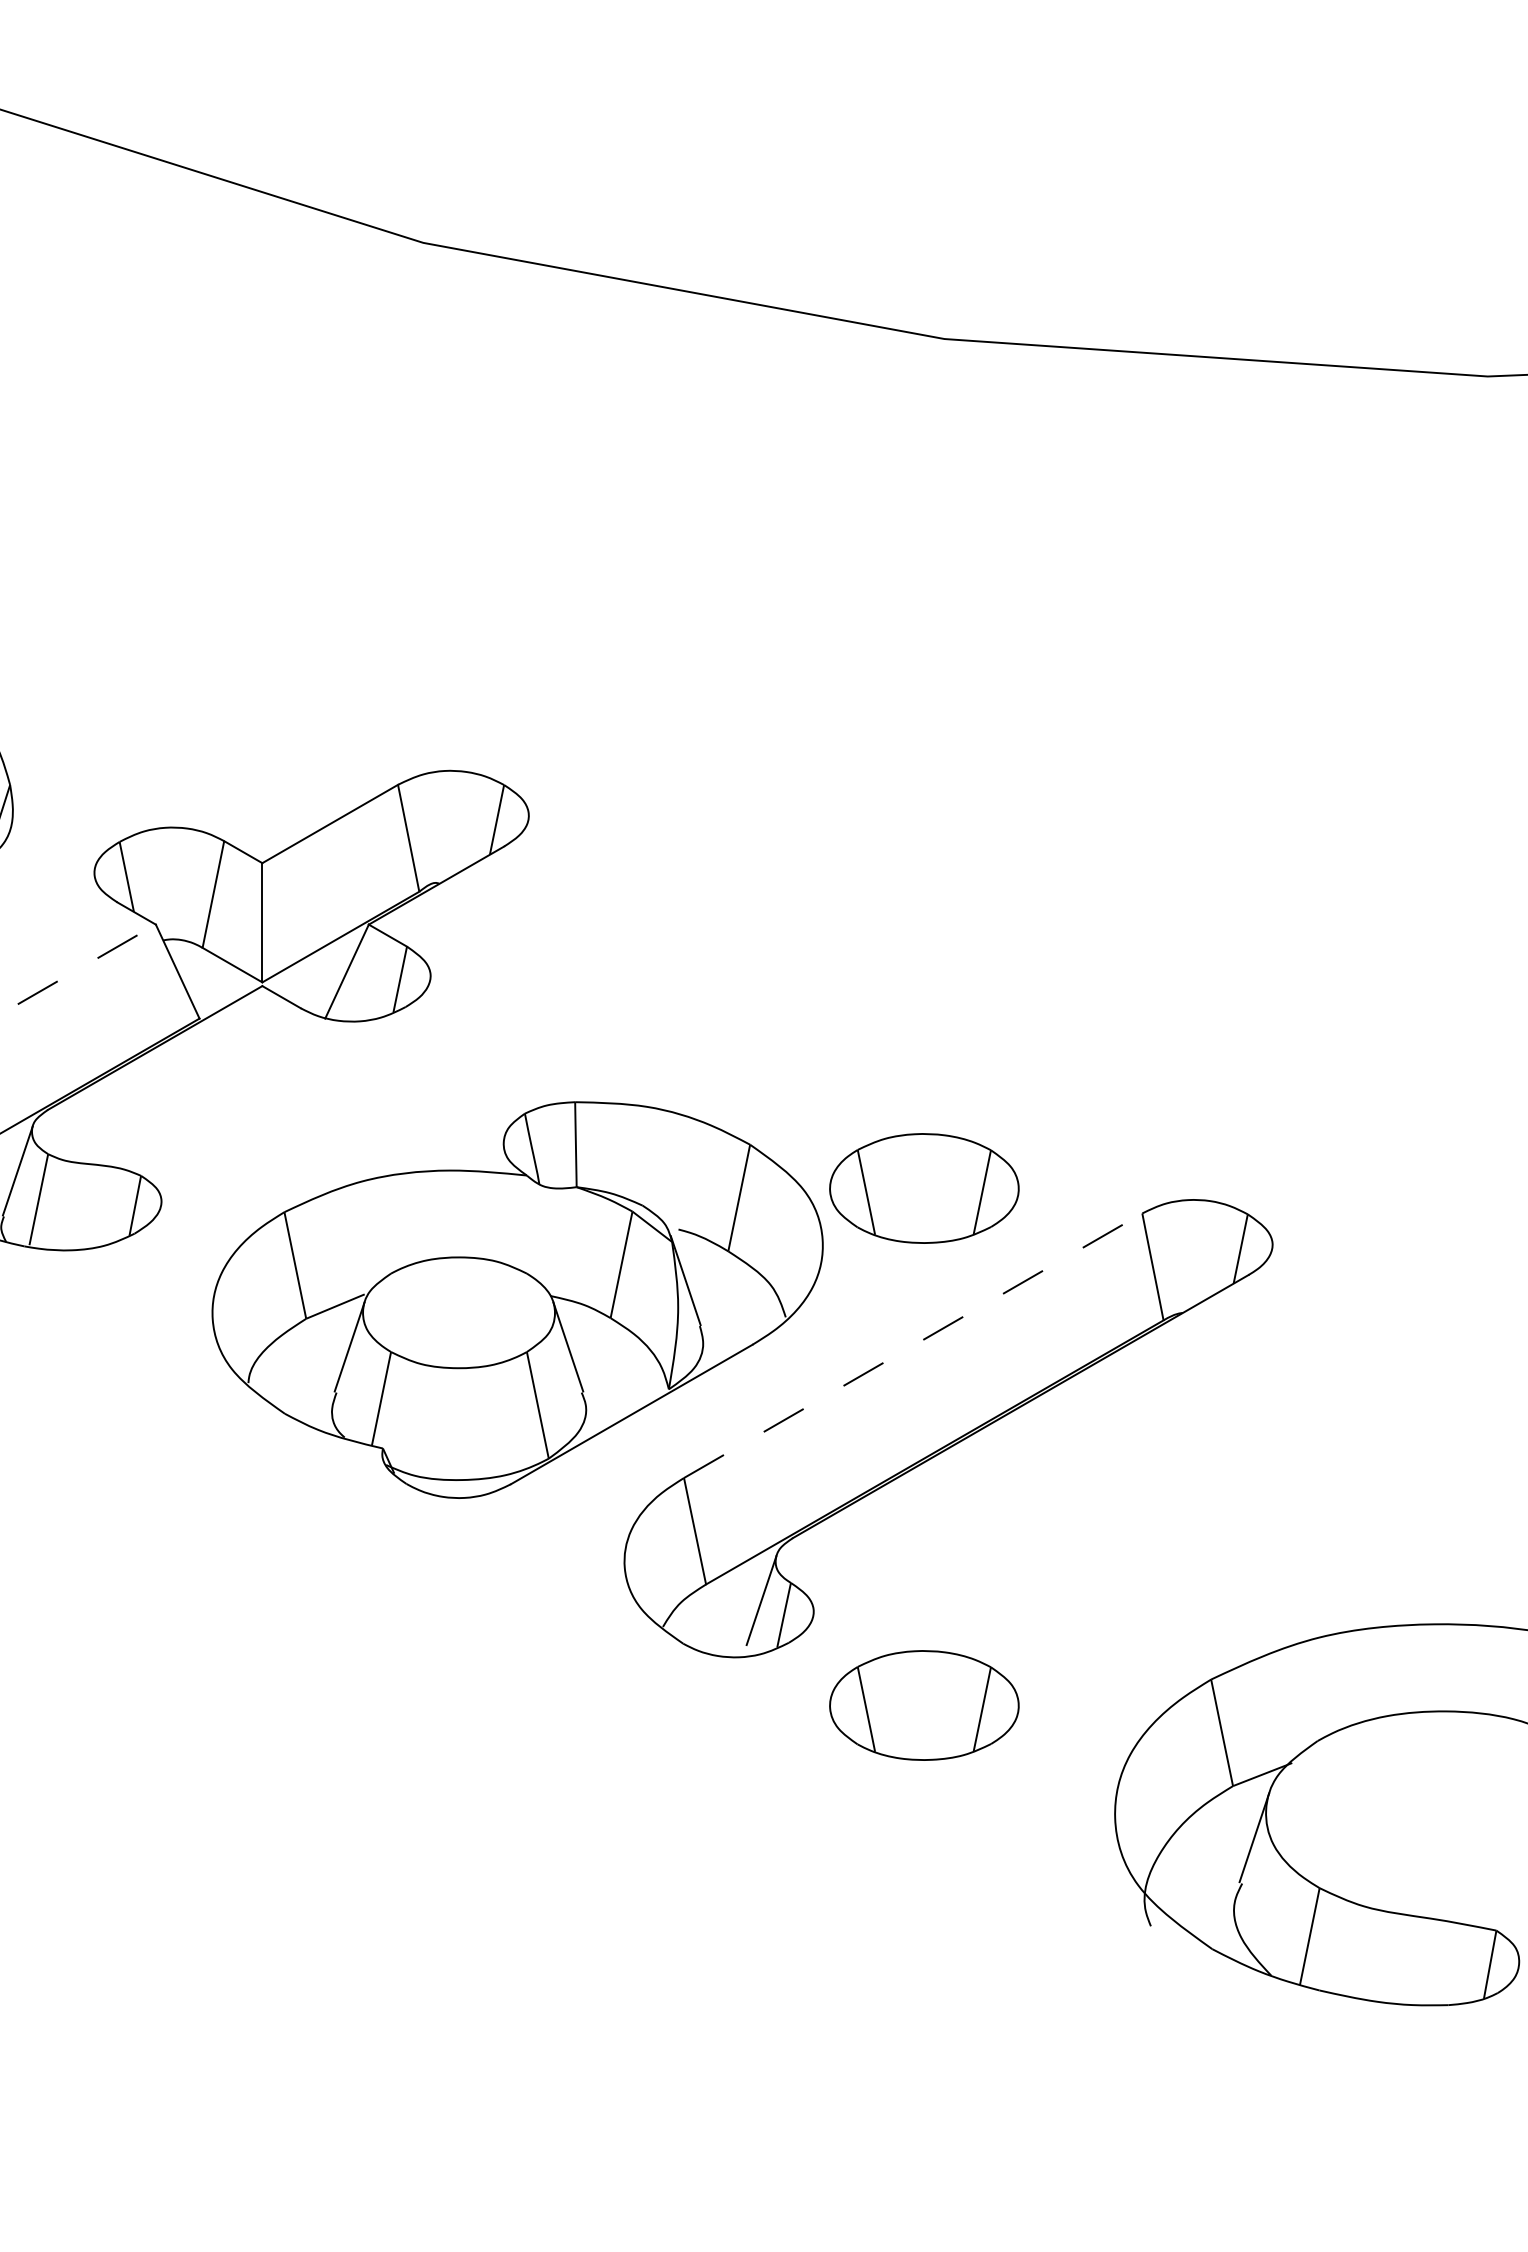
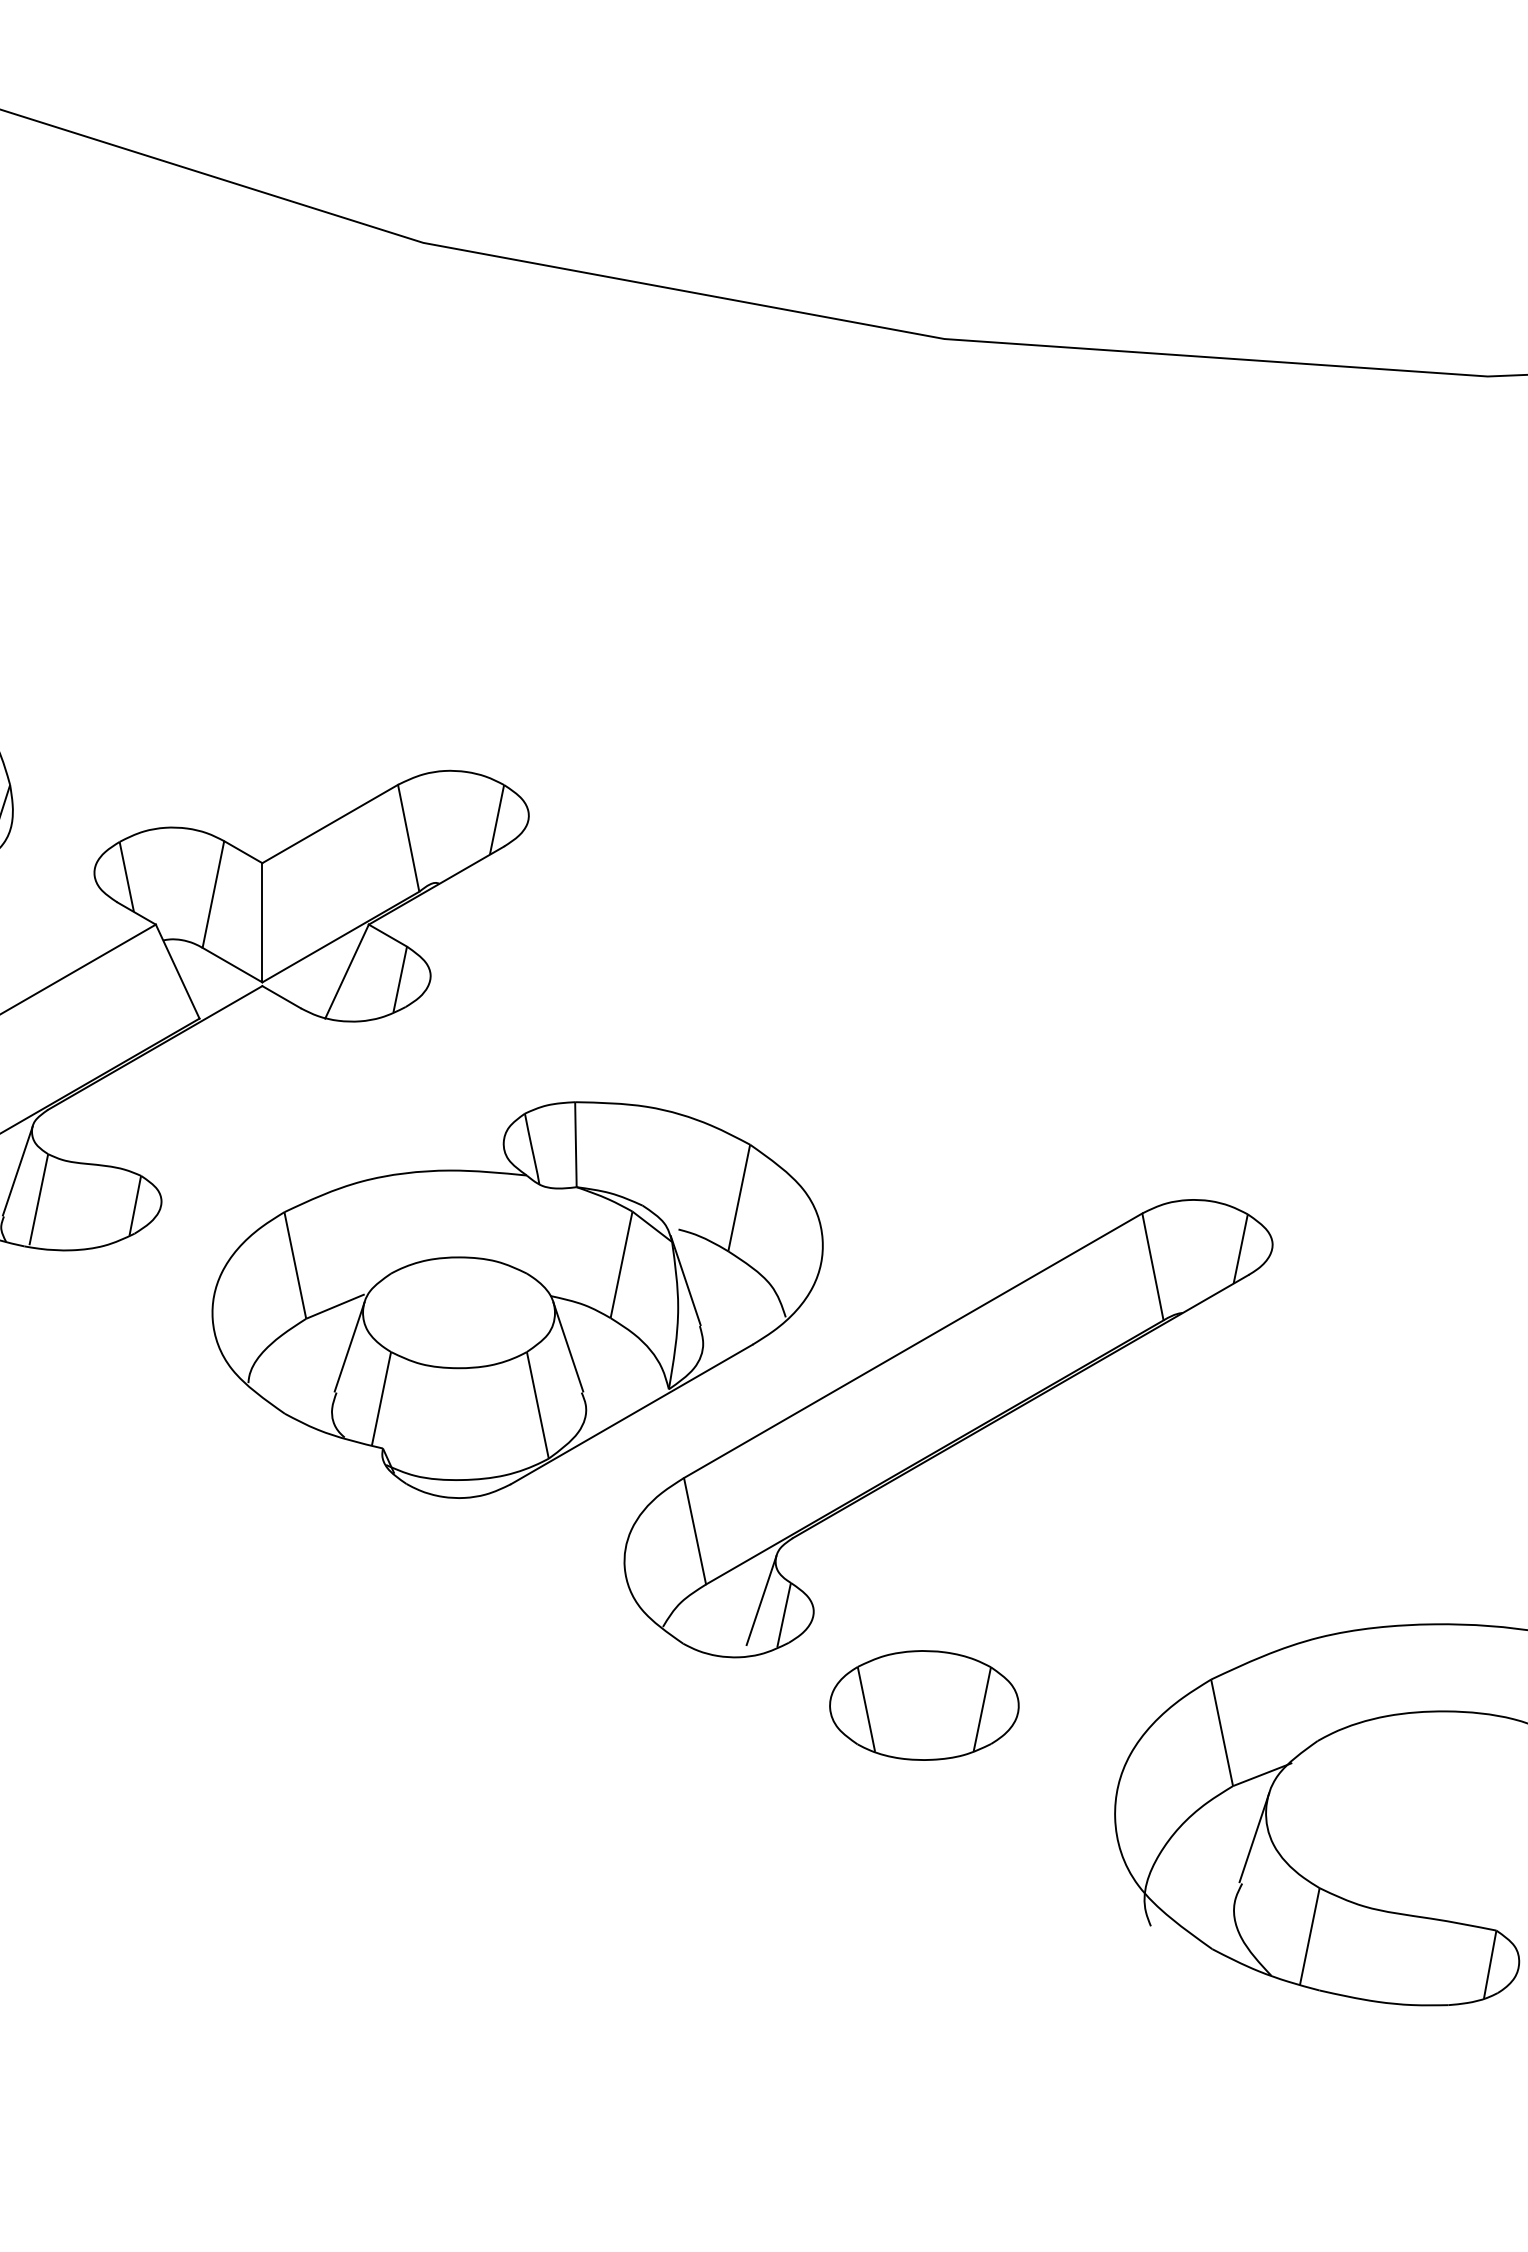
line at (78, 969): dashed -> solid
part at (924, 1188): present -> none
line at (913, 1345): dashed -> solid
